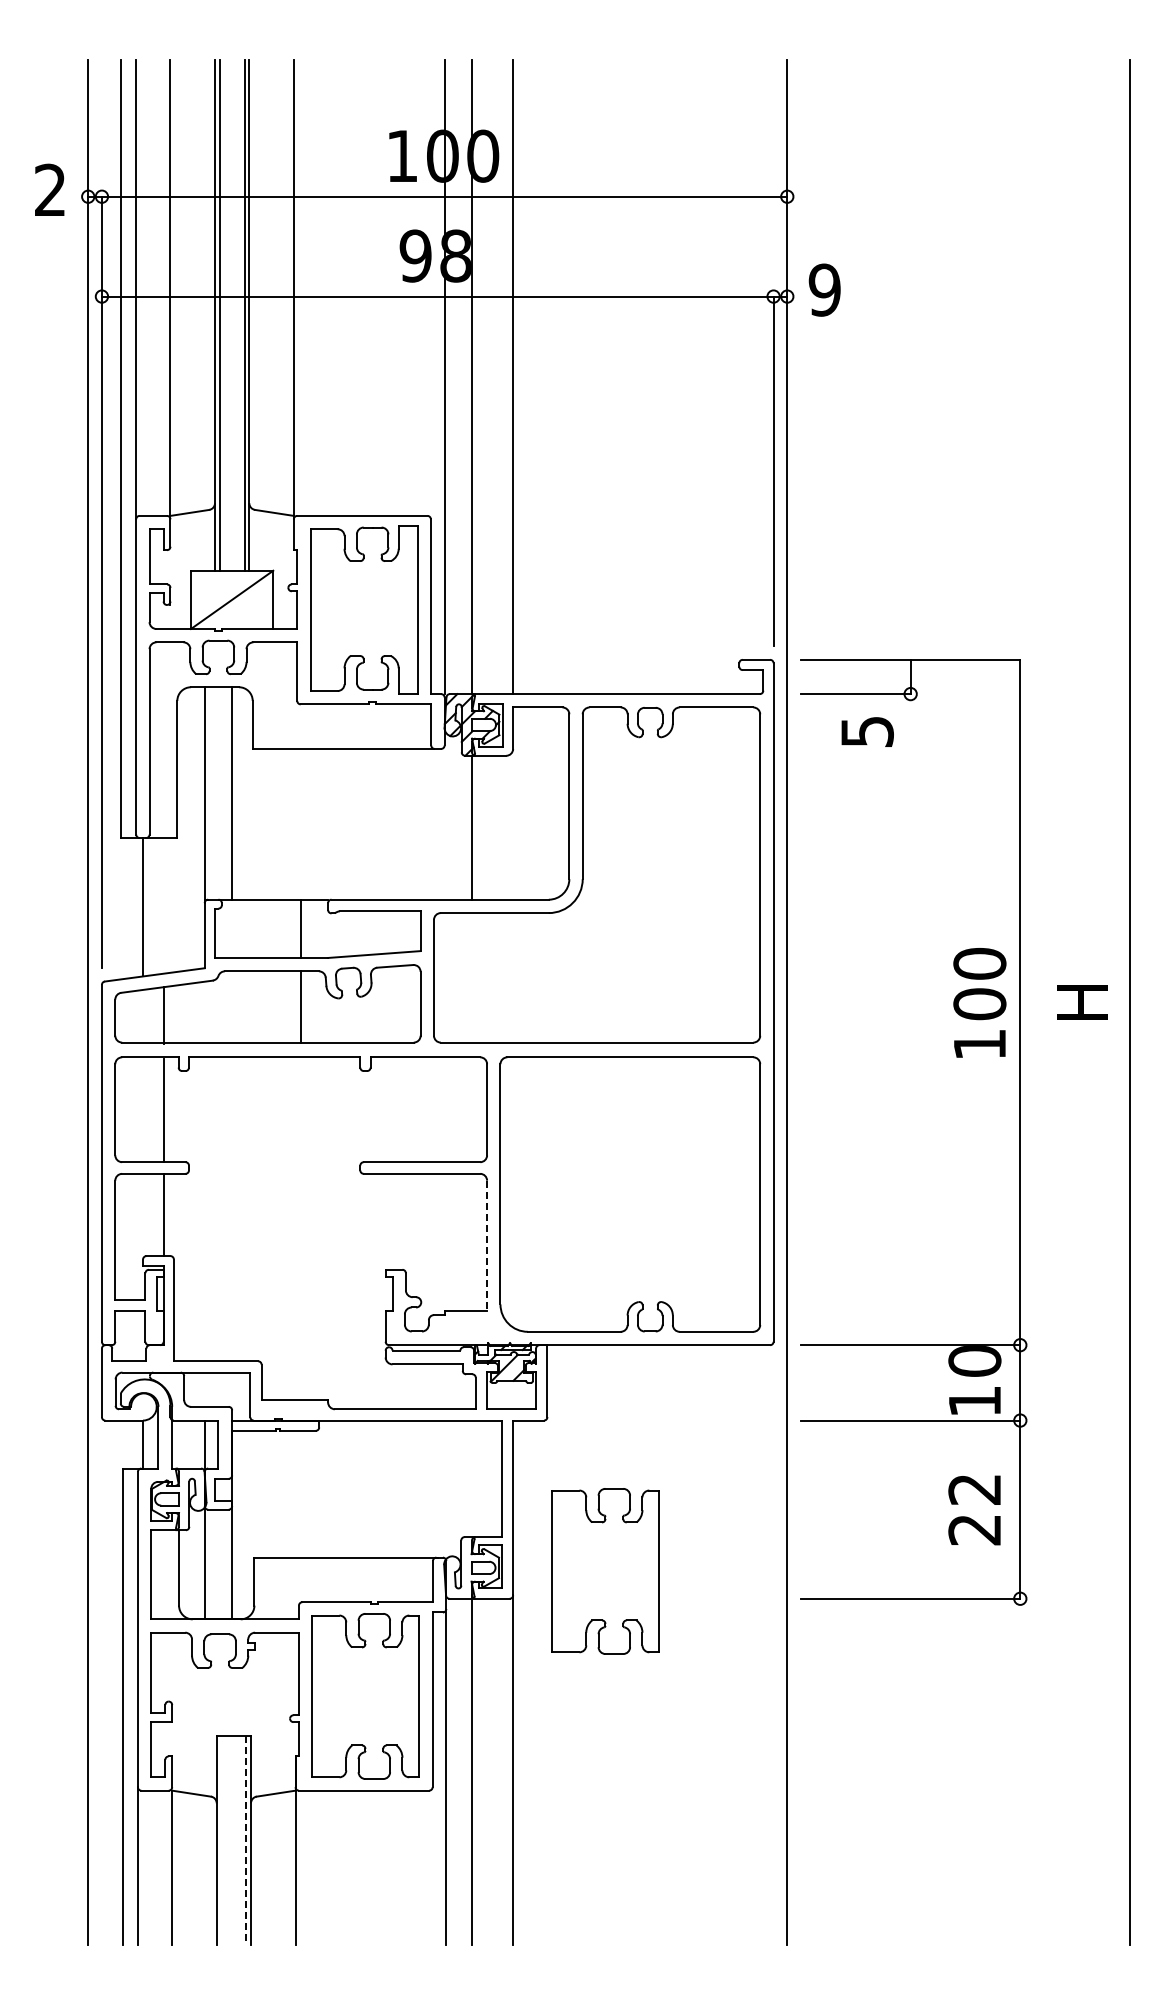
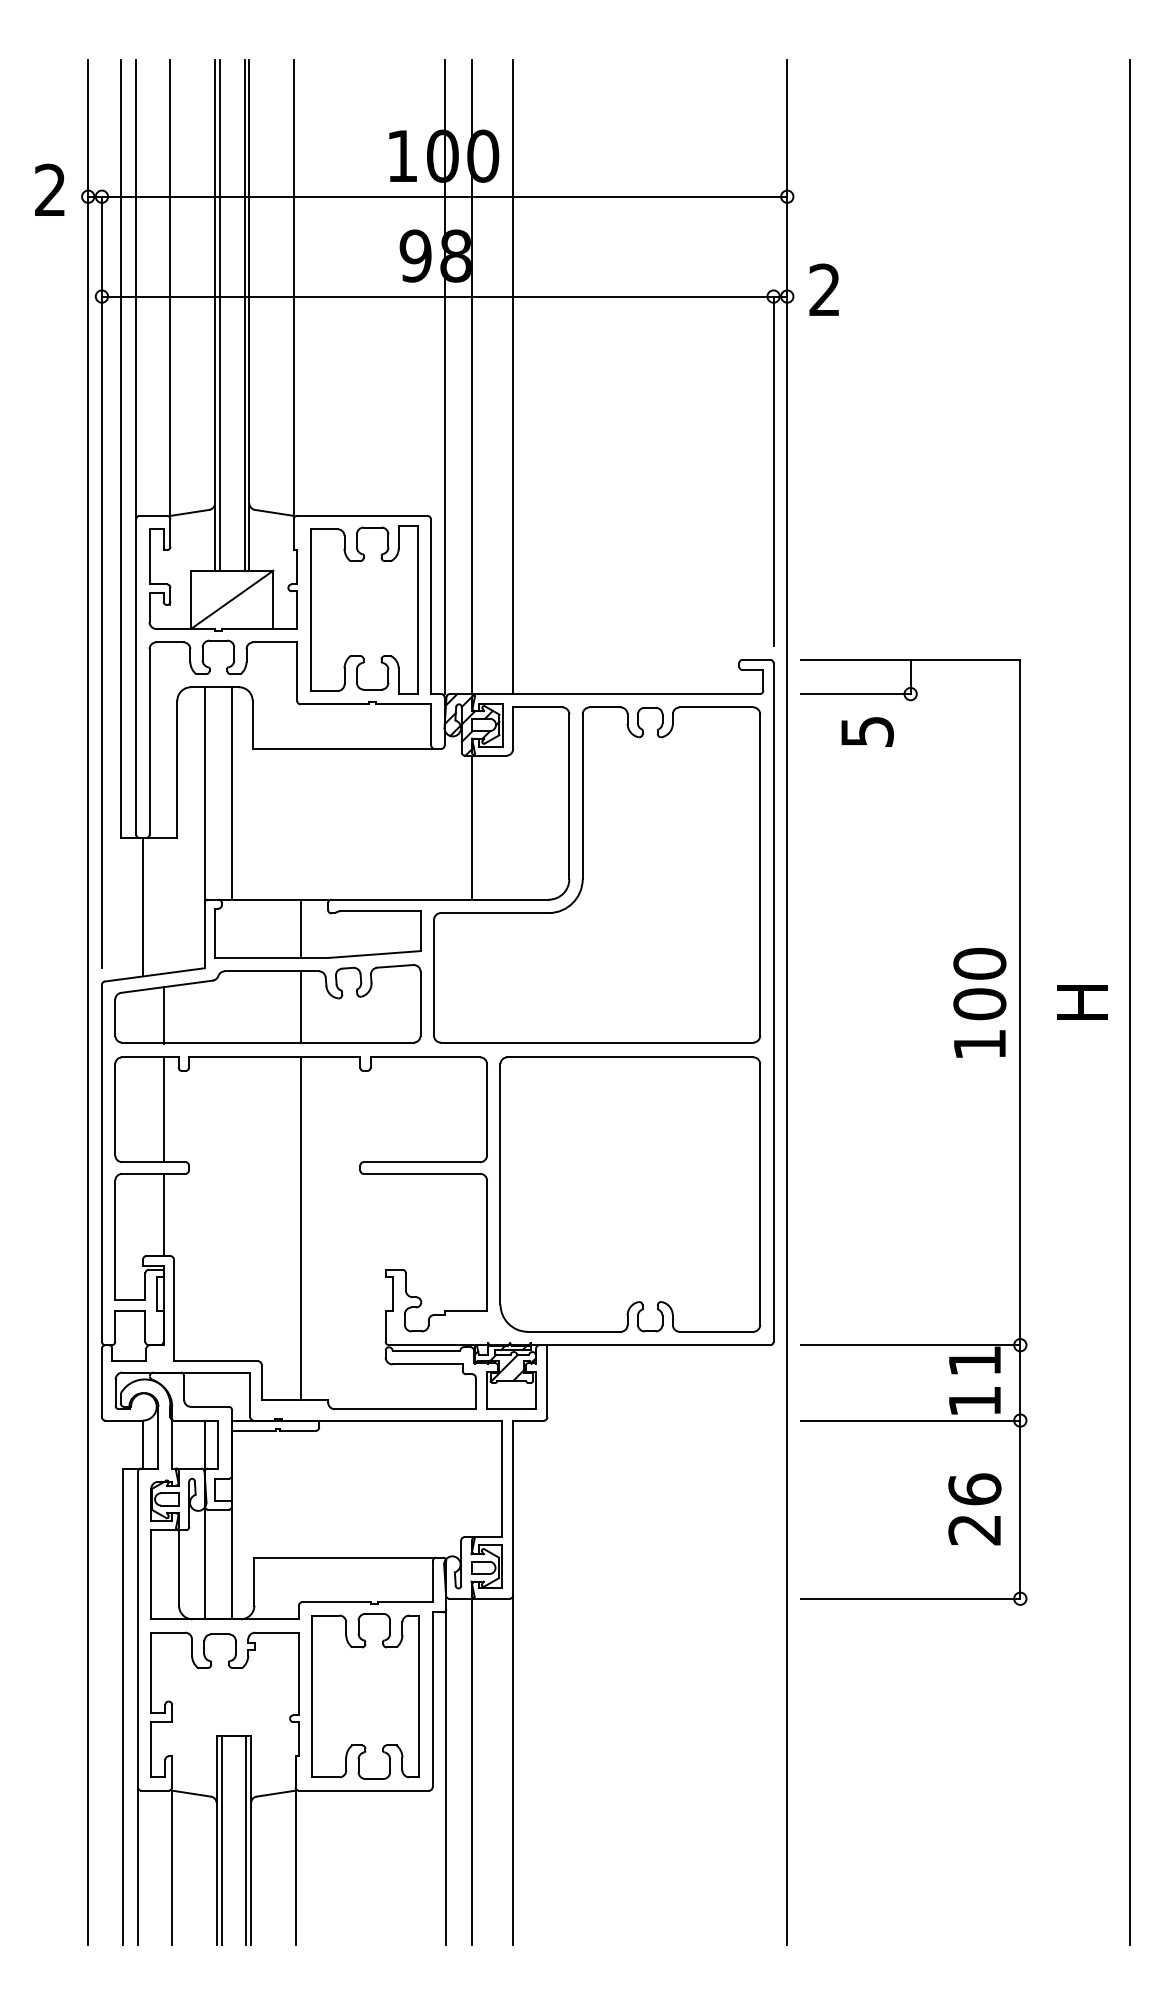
text at (824, 289): 9 -> 2
line at (300, 1228): none -> present
line at (487, 1246): dashed -> solid
text at (974, 1361): 10 -> 11
text at (974, 1489): 22 -> 26
part at (605, 1571): present -> none
line at (221, 1839): none -> present
line at (246, 1840): dashed -> solid
